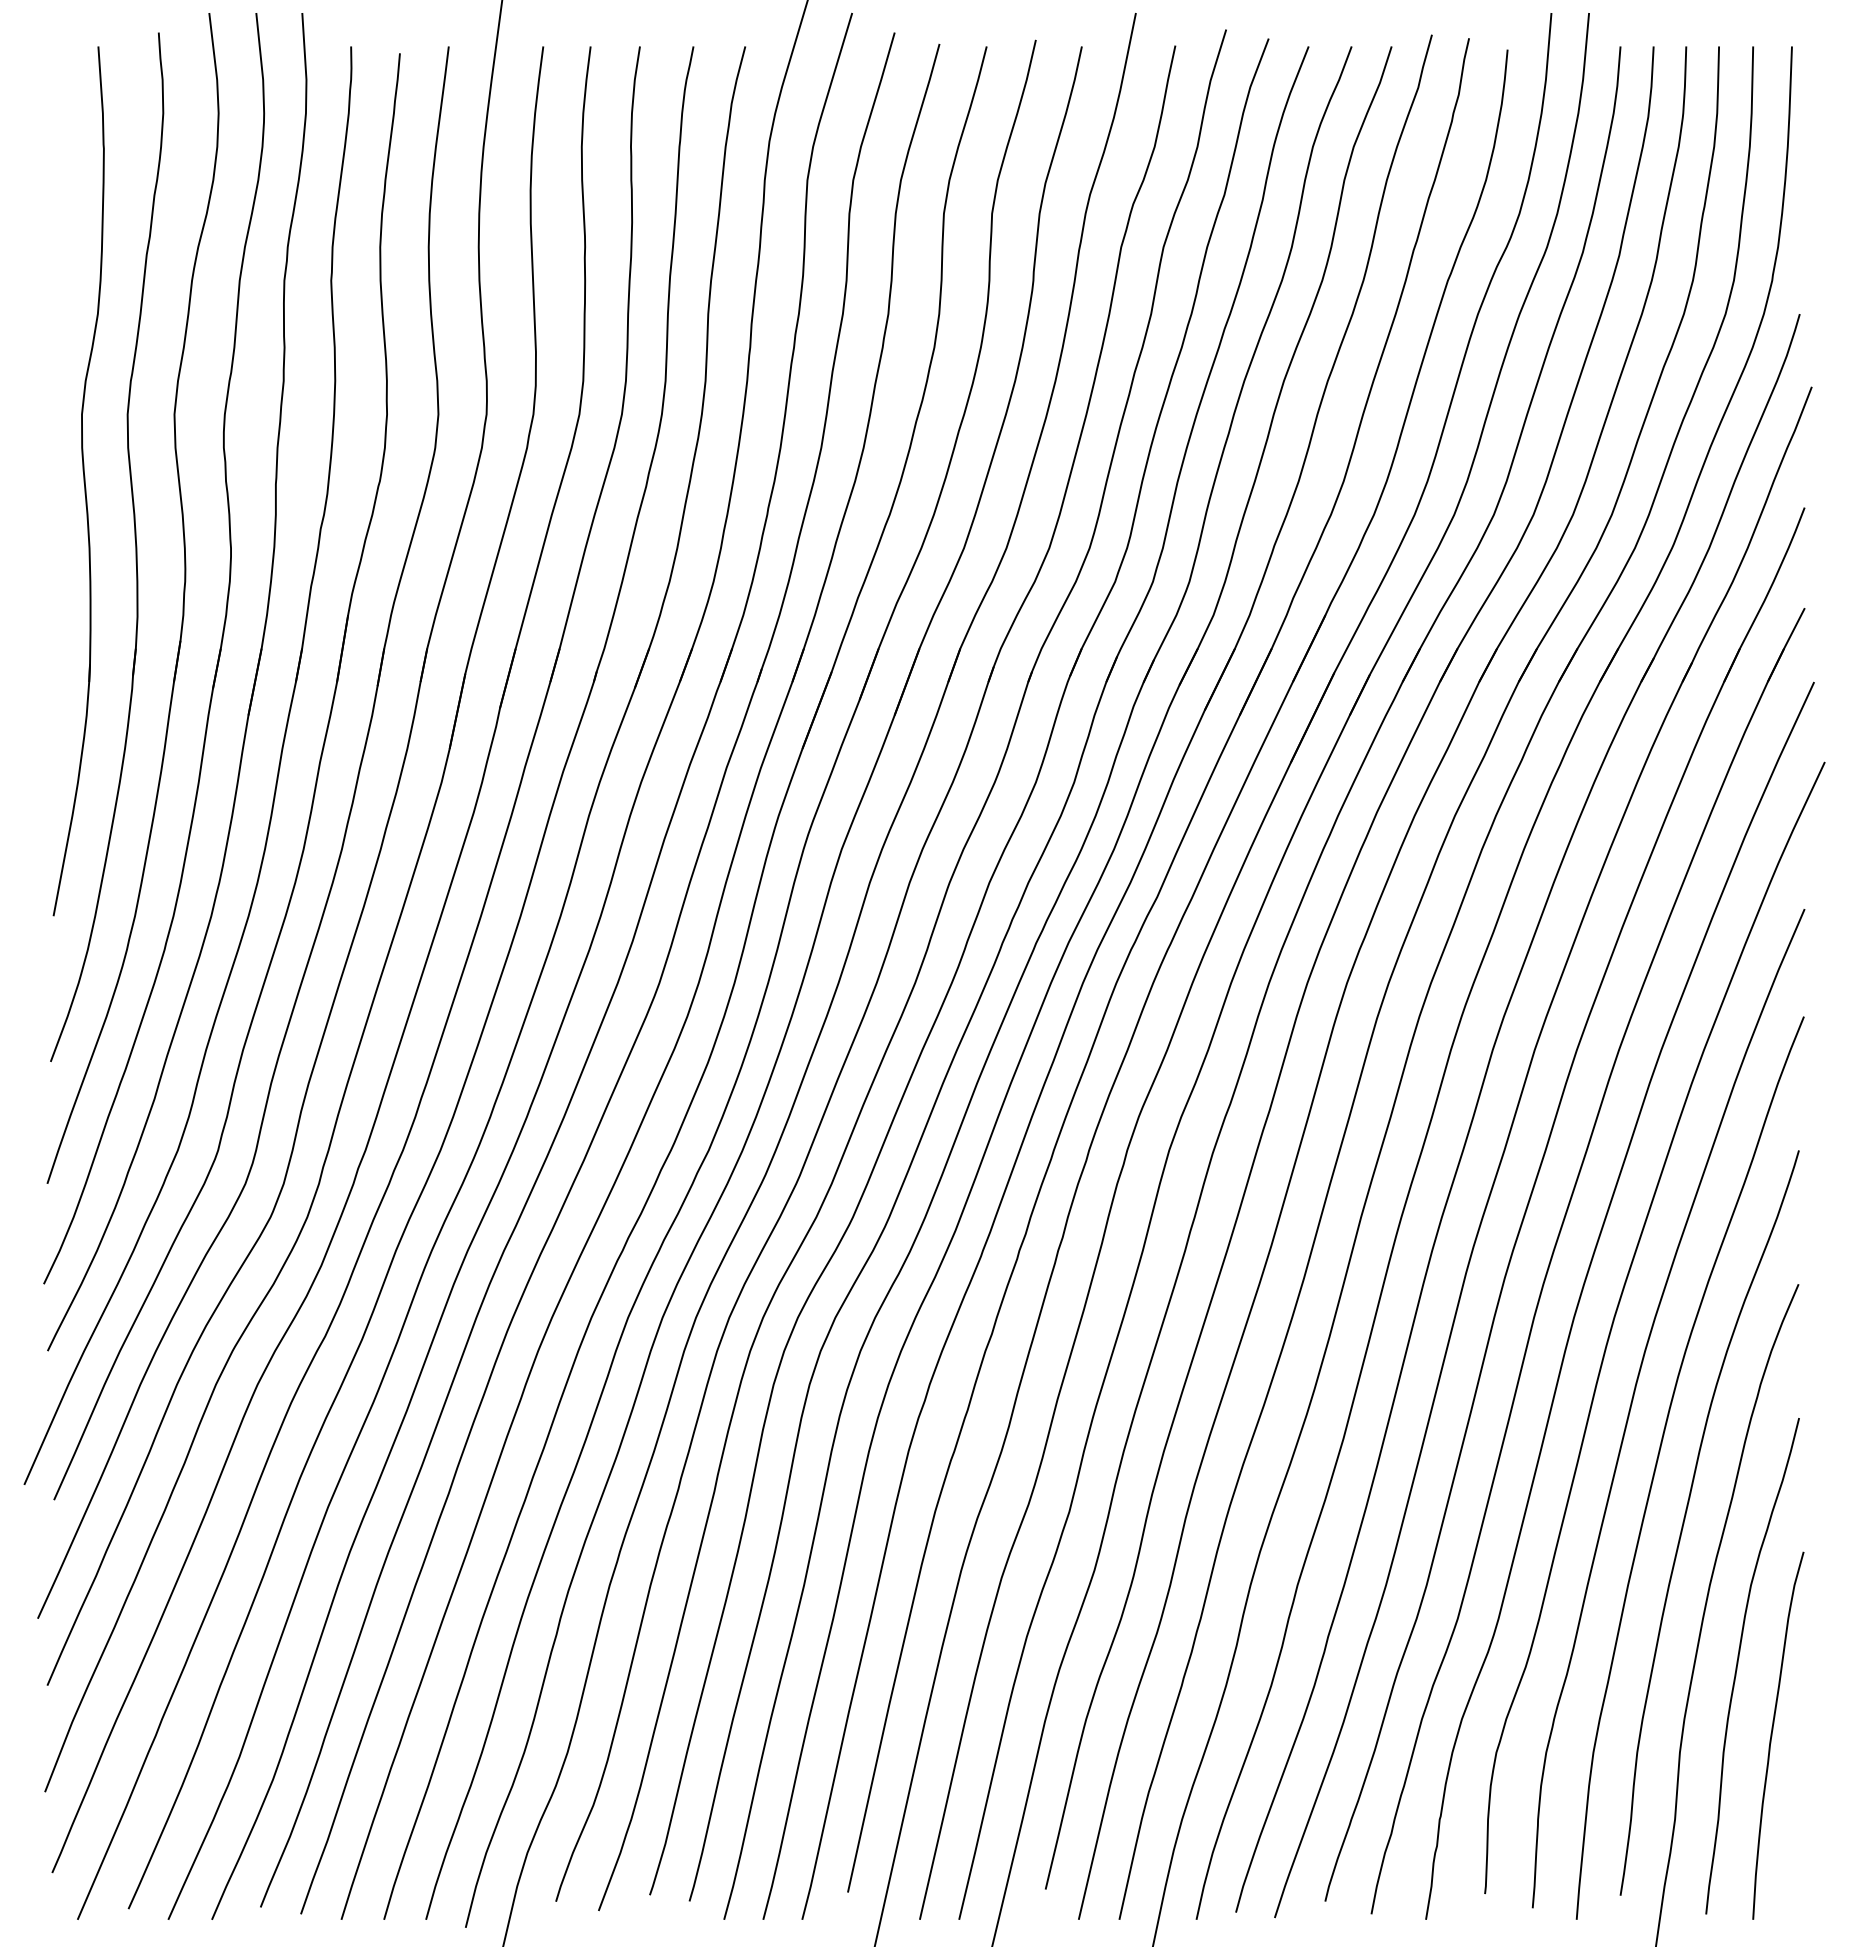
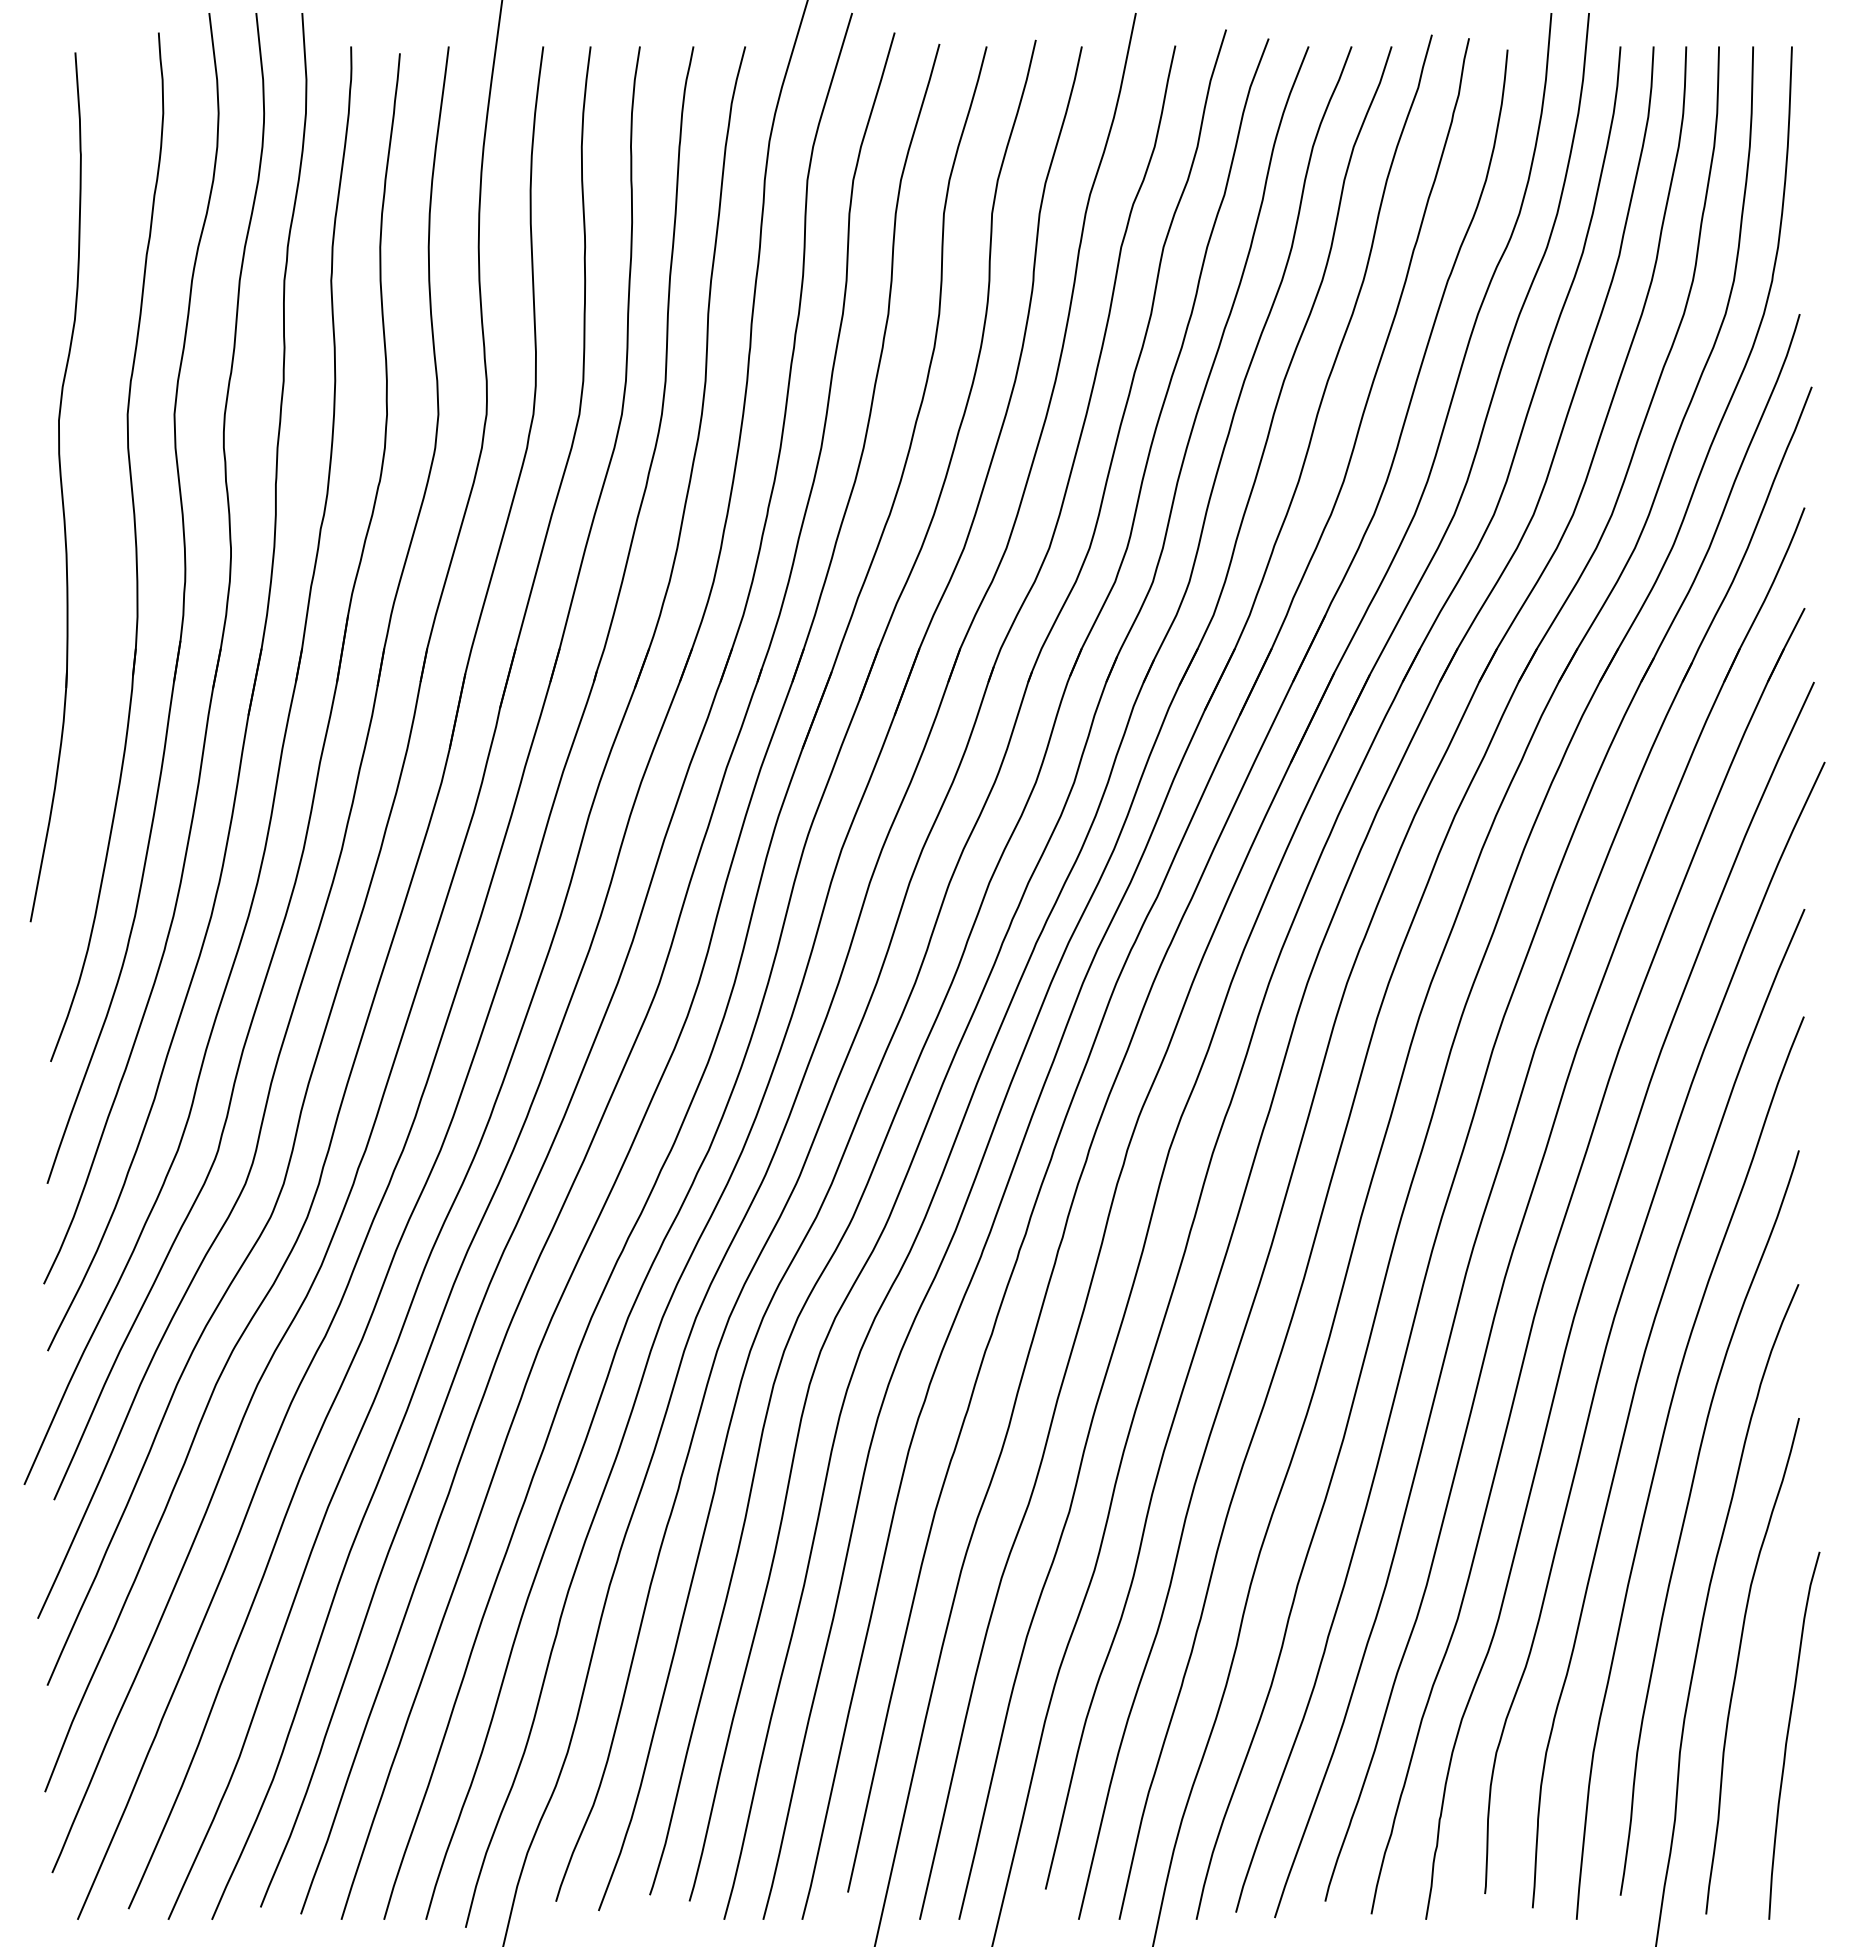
part at (78, 481) position: (78, 481) -> (55, 487)
curve at (1772, 1735) position: (1772, 1735) -> (1788, 1735)
